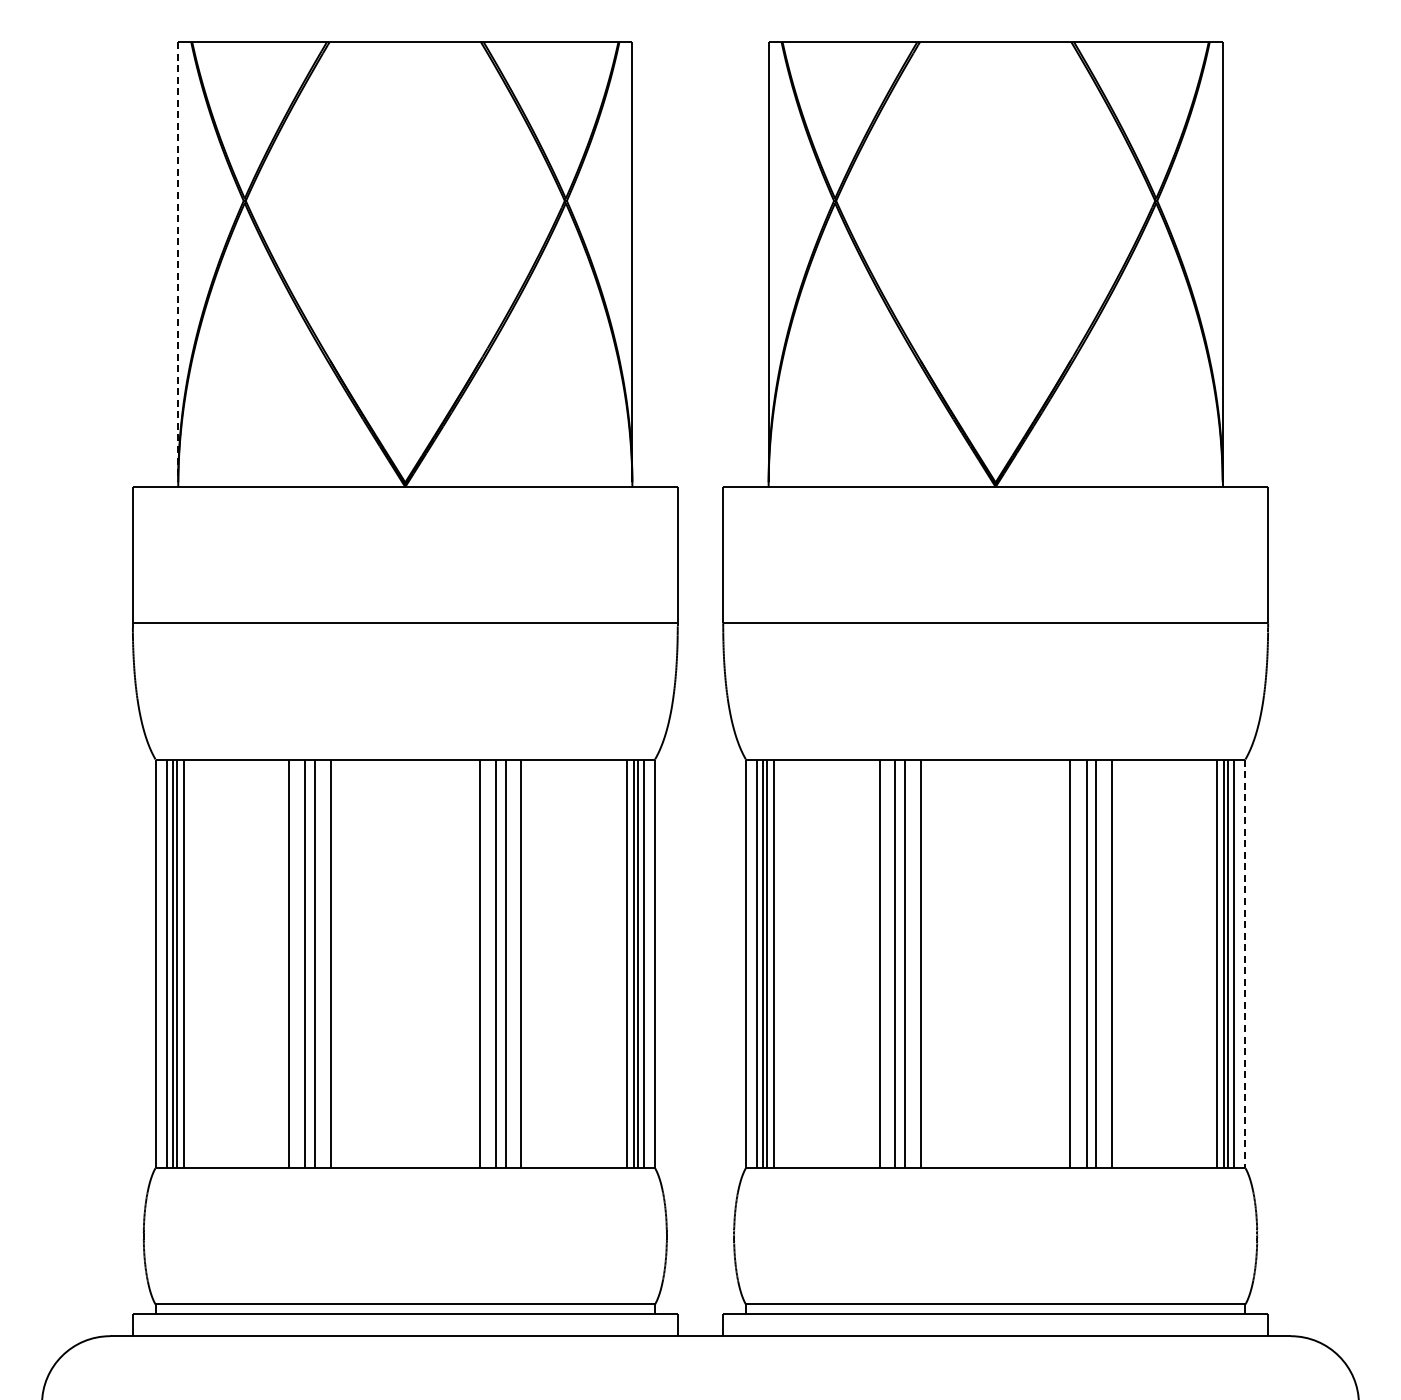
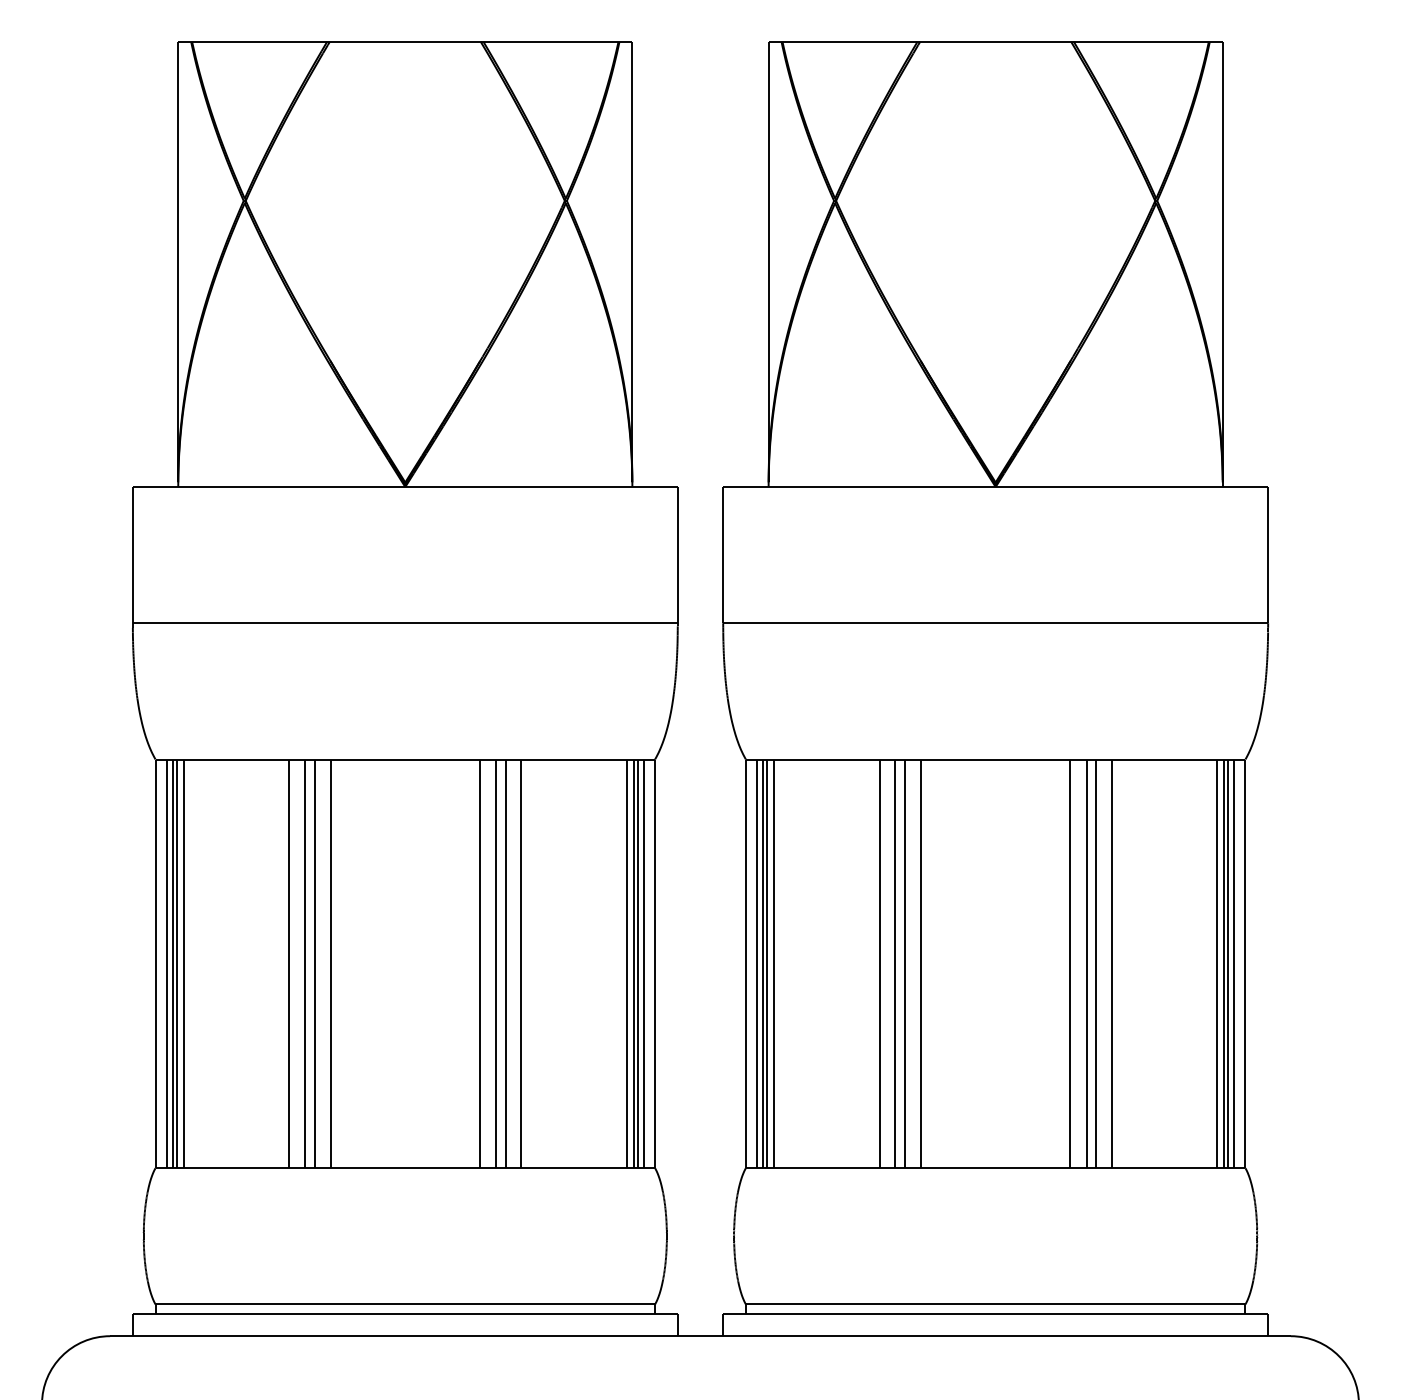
line at (178, 262): dashed -> solid
line at (1245, 964): dashed -> solid
